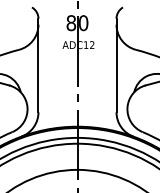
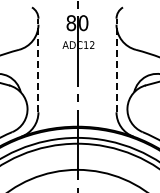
line at (38, 65): solid -> dashed
line at (116, 65): solid -> dashed
